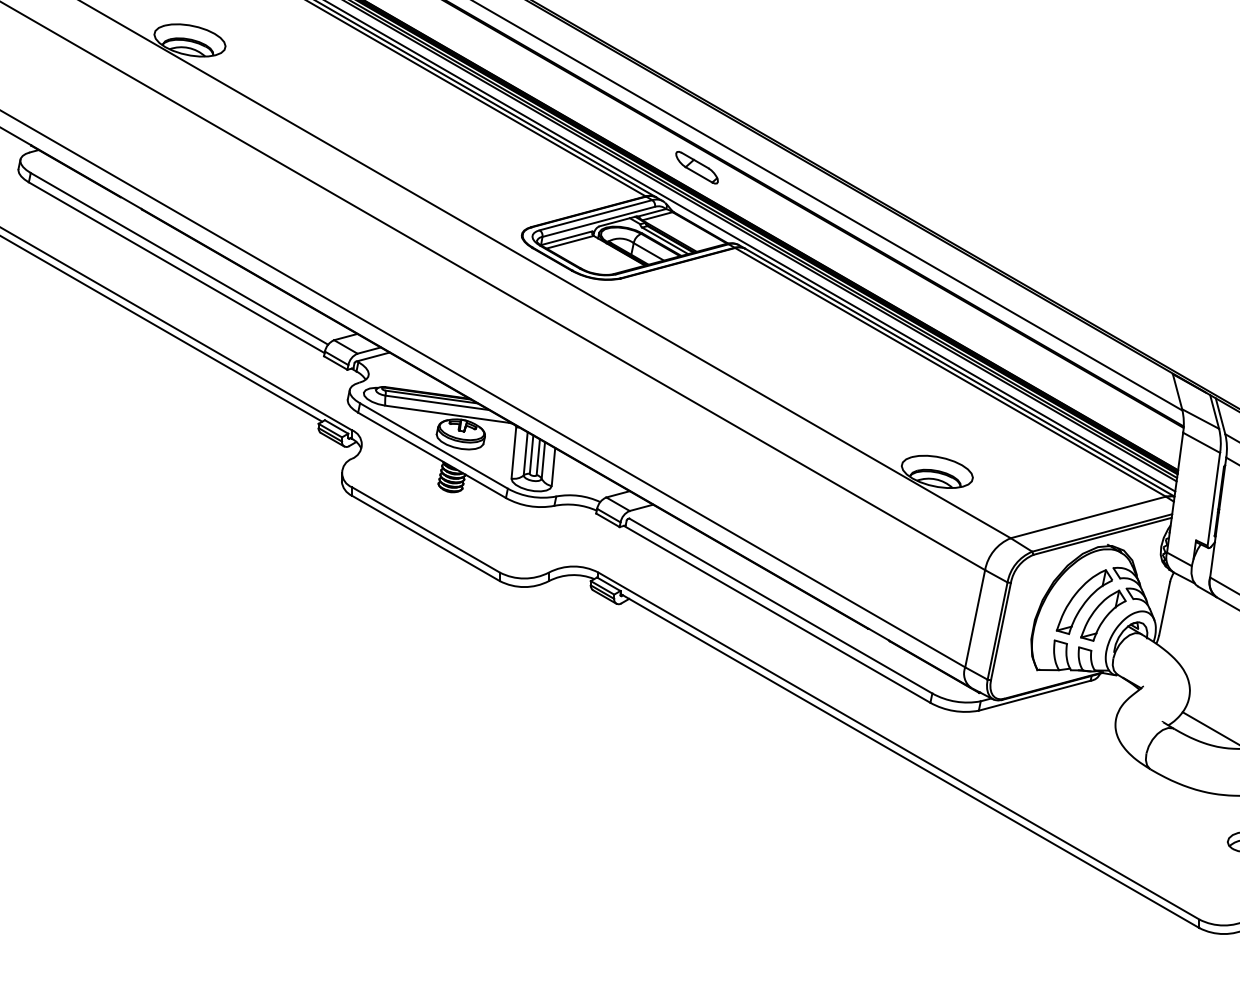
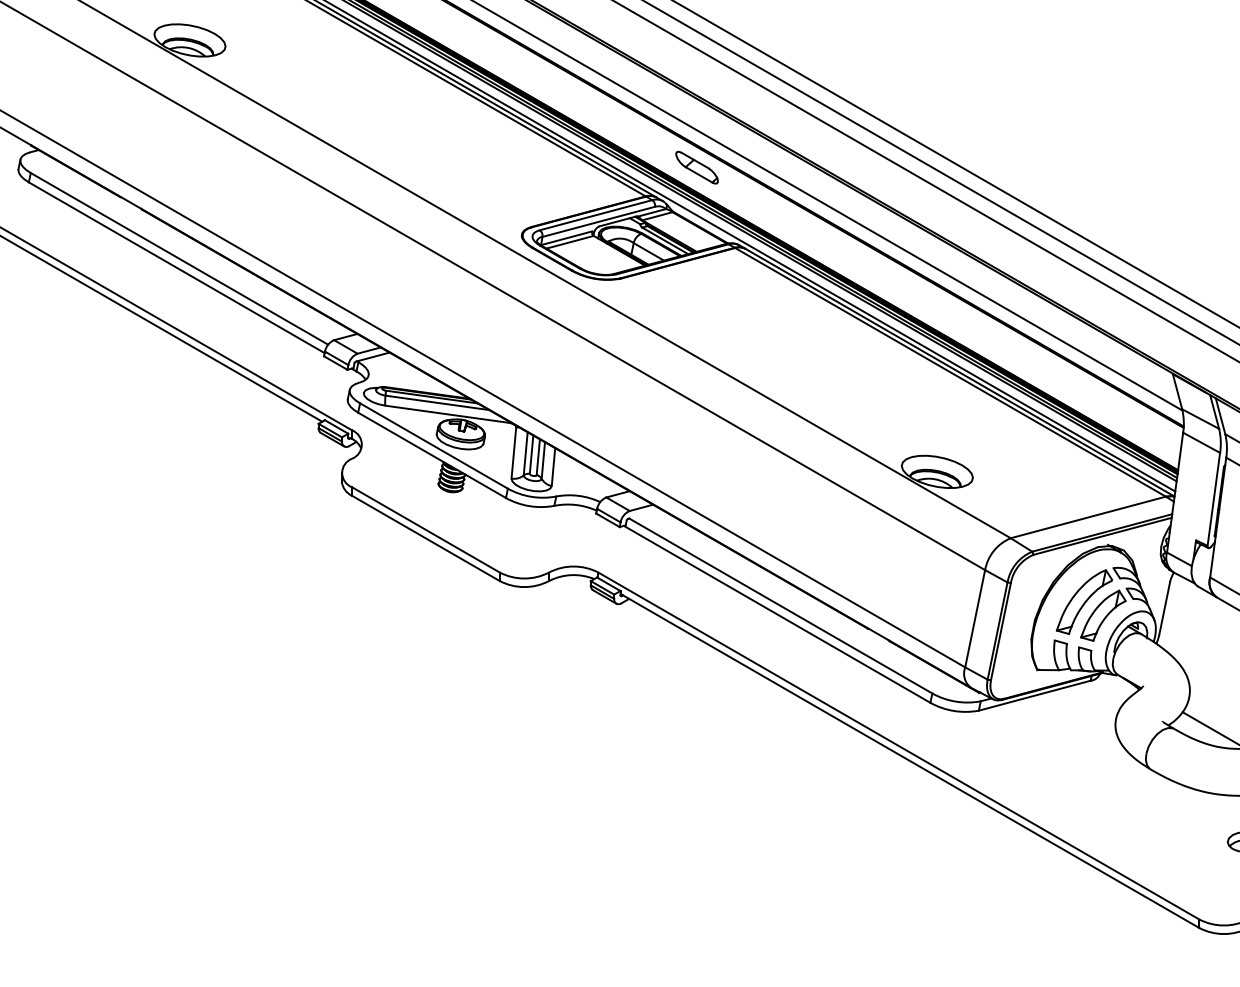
line at (955, 163): none -> present
line at (940, 172): none -> present
line at (925, 181): none -> present
